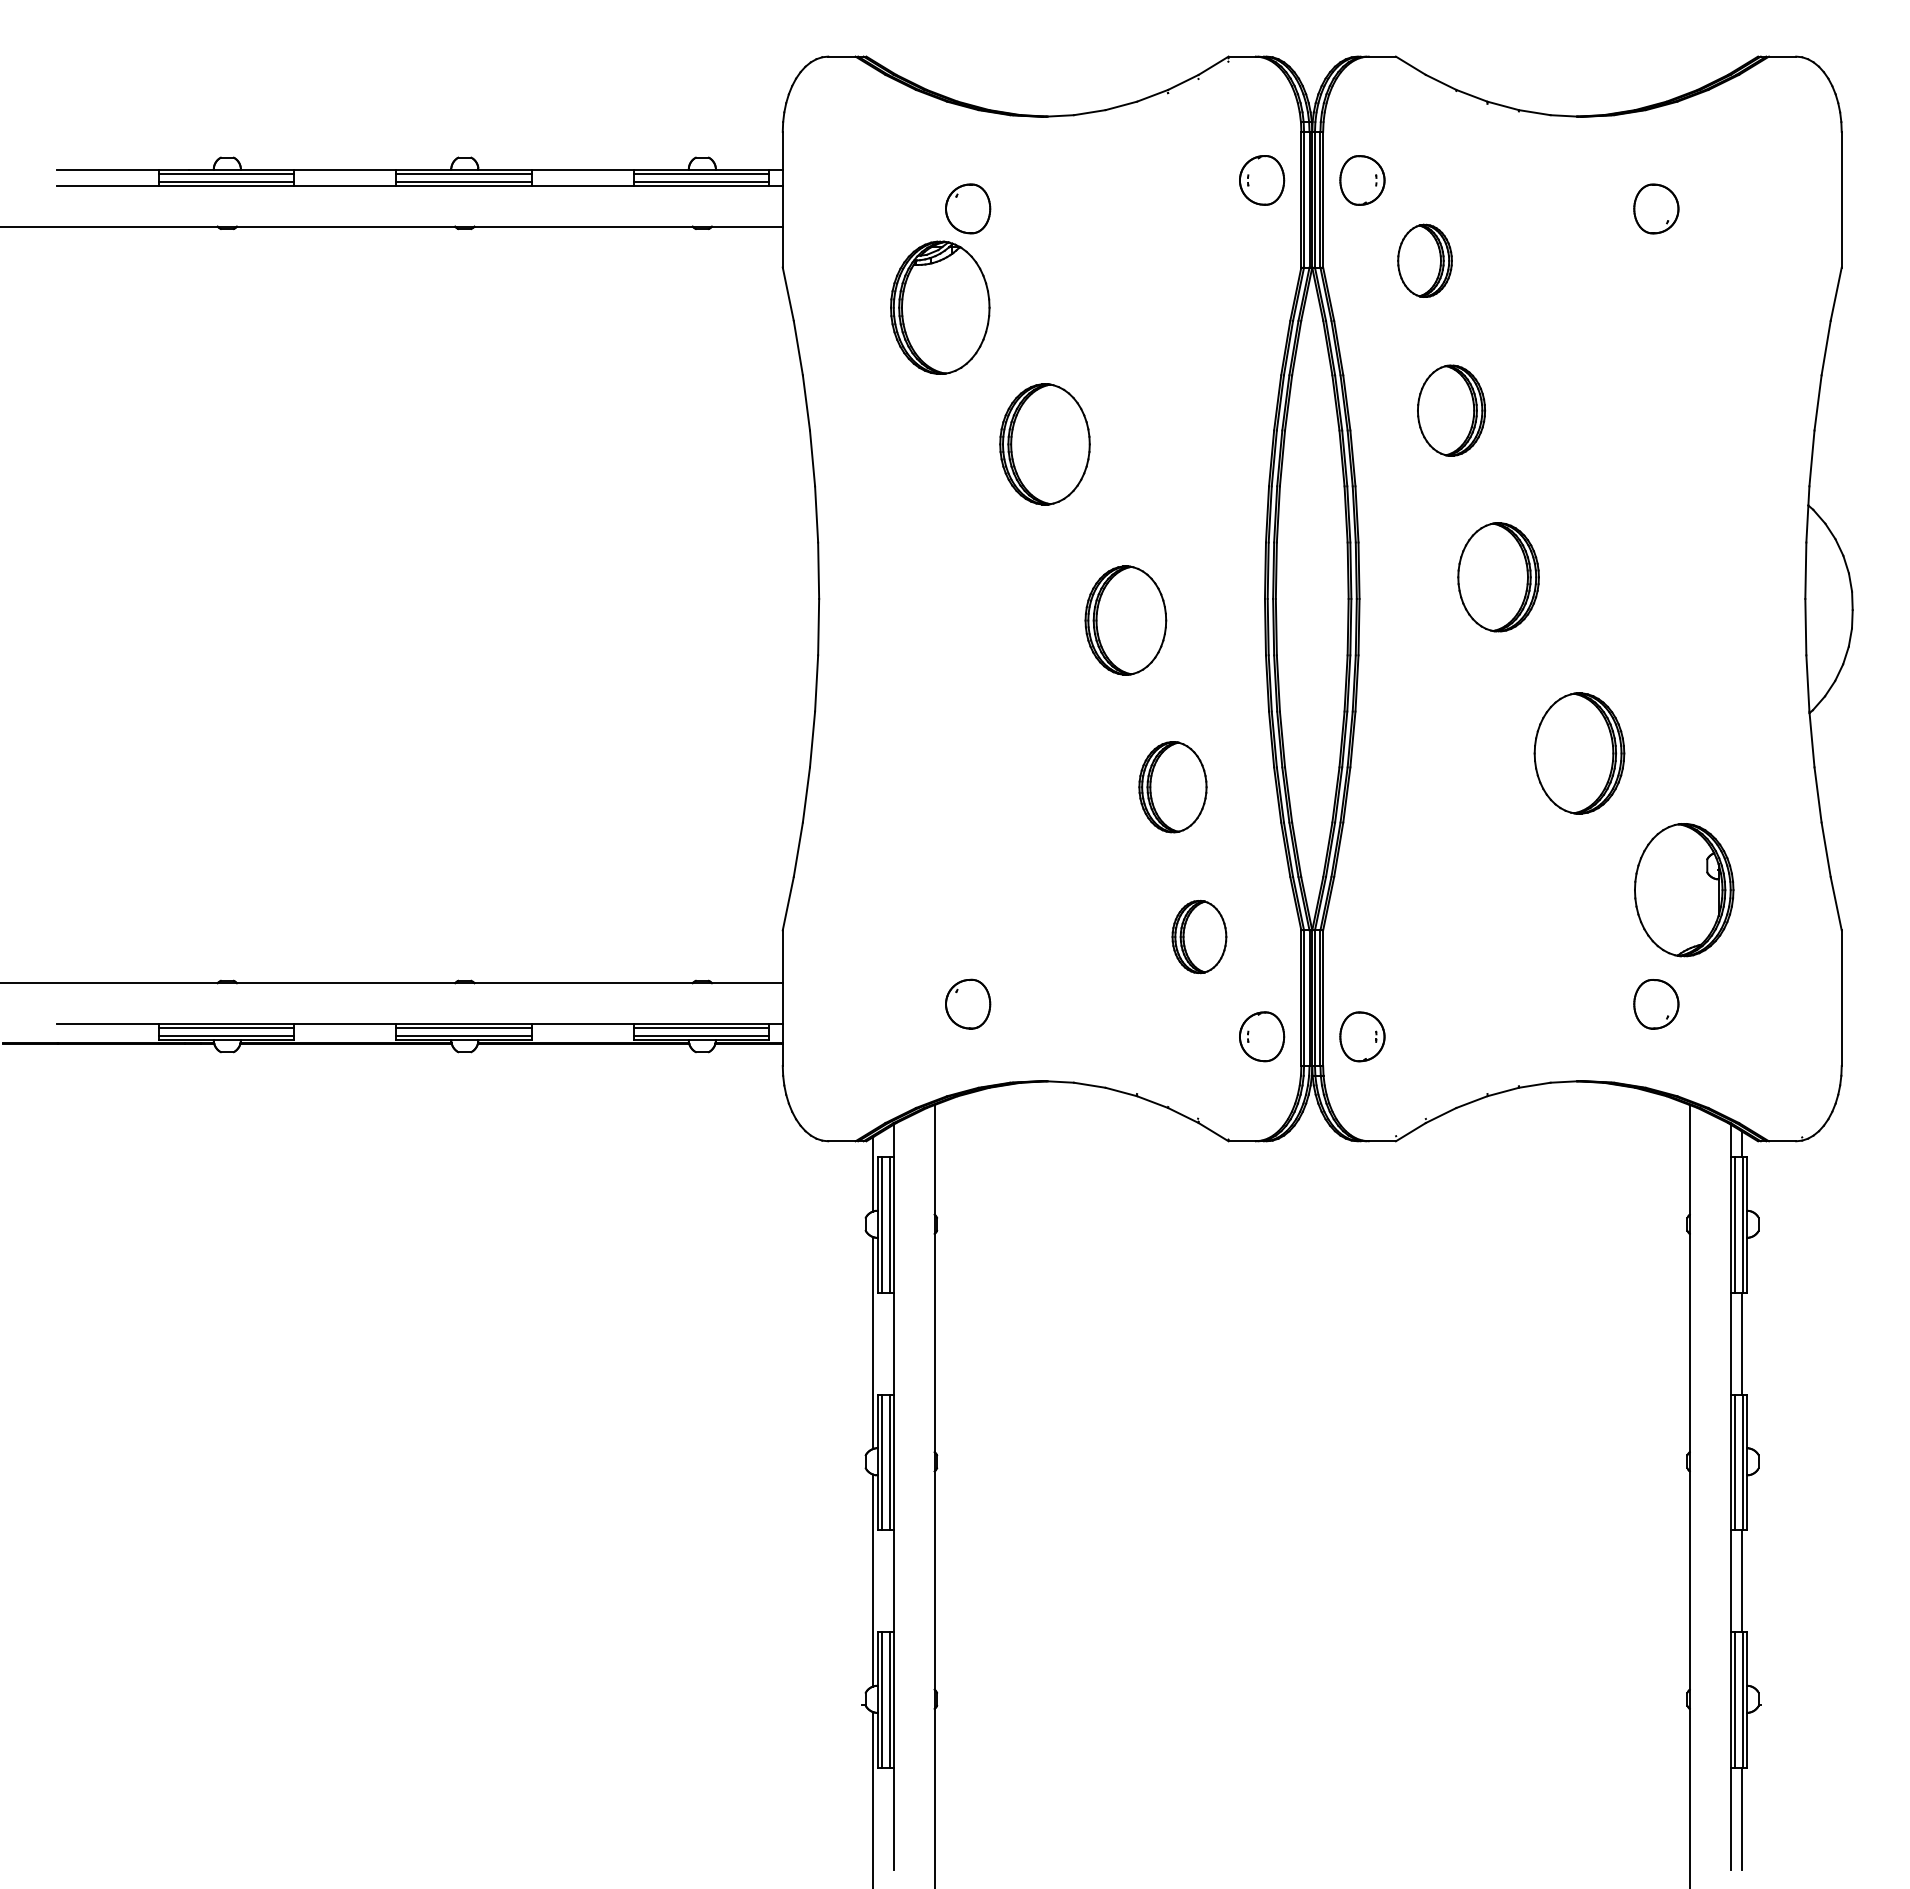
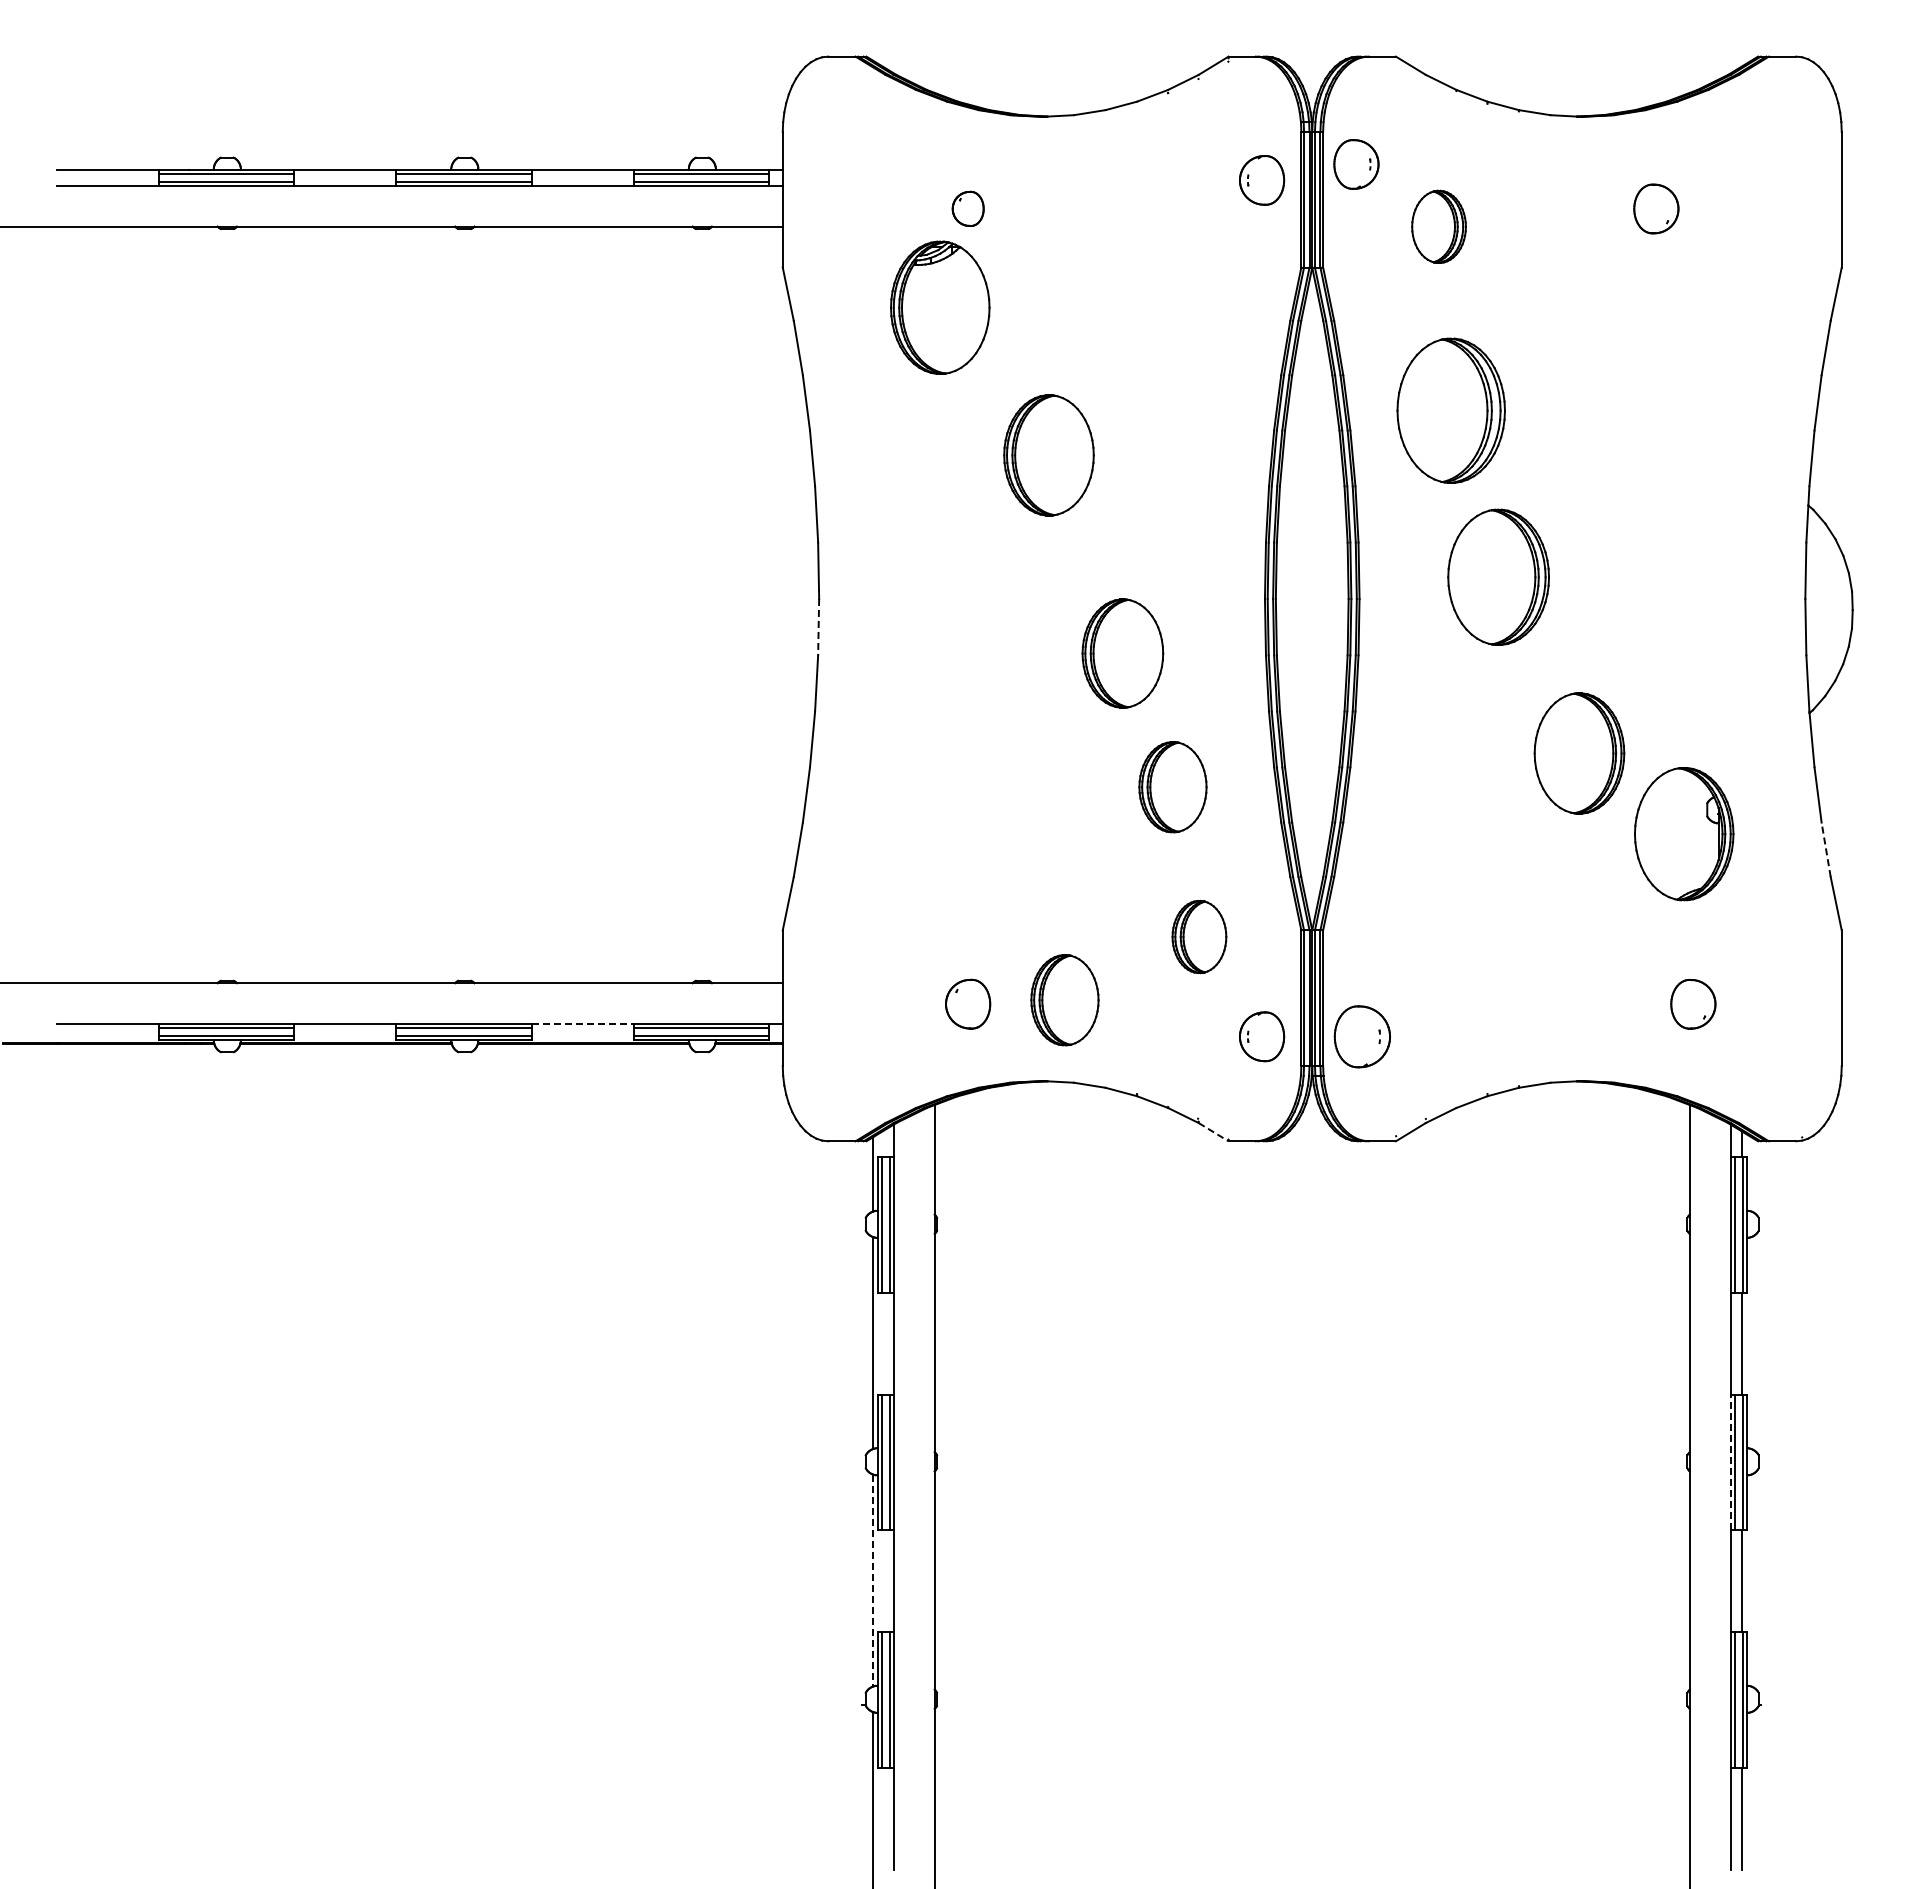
part at (1362, 180) position: (1362, 180) -> (1356, 164)
part at (968, 208) size: 47x52 px -> 34x37 px
part at (1424, 260) position: (1424, 260) -> (1438, 226)
part at (1451, 410) size: 70x93 px -> 110x147 px
part at (1044, 444) position: (1044, 444) -> (1048, 455)
part at (1498, 577) size: 83x111 px -> 103x138 px
part at (1125, 620) position: (1125, 620) -> (1122, 653)
line at (818, 627): solid -> dashed
line at (1826, 849): solid -> dashed
part at (1684, 890) position: (1684, 890) -> (1684, 834)
part at (1064, 1000): none -> present
part at (1656, 1004) position: (1656, 1004) -> (1693, 1004)
line at (582, 1023): solid -> dashed
part at (1362, 1036) size: 47x52 px -> 58x64 px
line at (1213, 1132): solid -> dashed
line at (1730, 1462): solid -> dashed
line at (873, 1580): solid -> dashed
